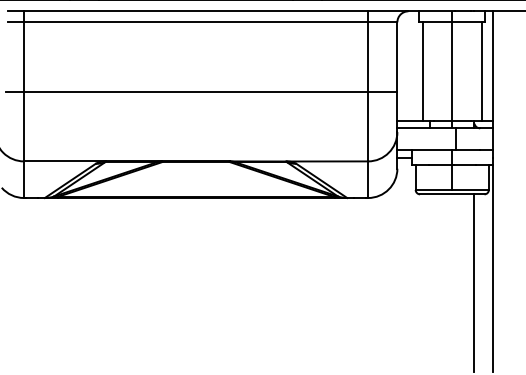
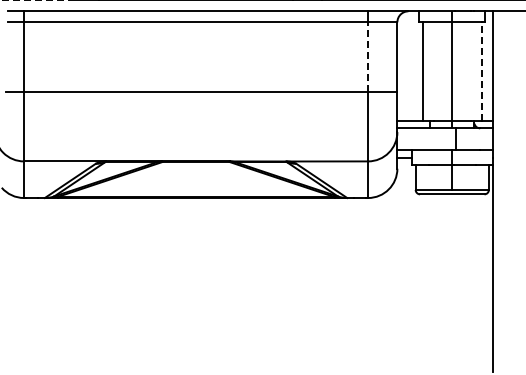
line at (35, 0): solid -> dashed
line at (368, 57): solid -> dashed
line at (481, 71): solid -> dashed
line at (473, 282): present -> none
